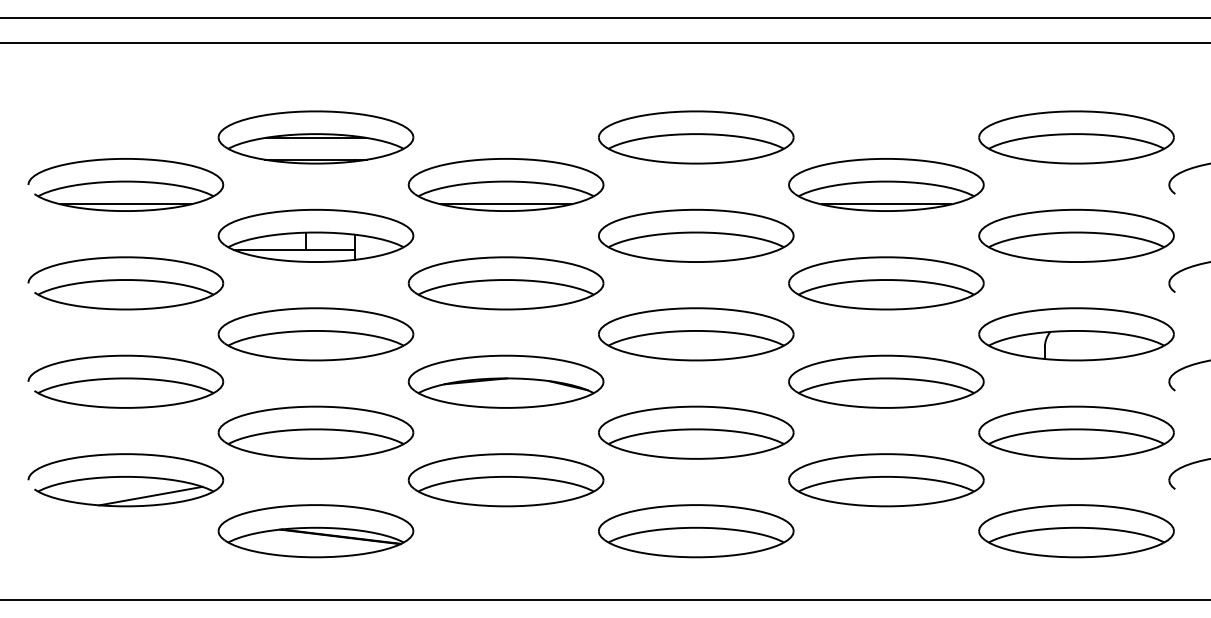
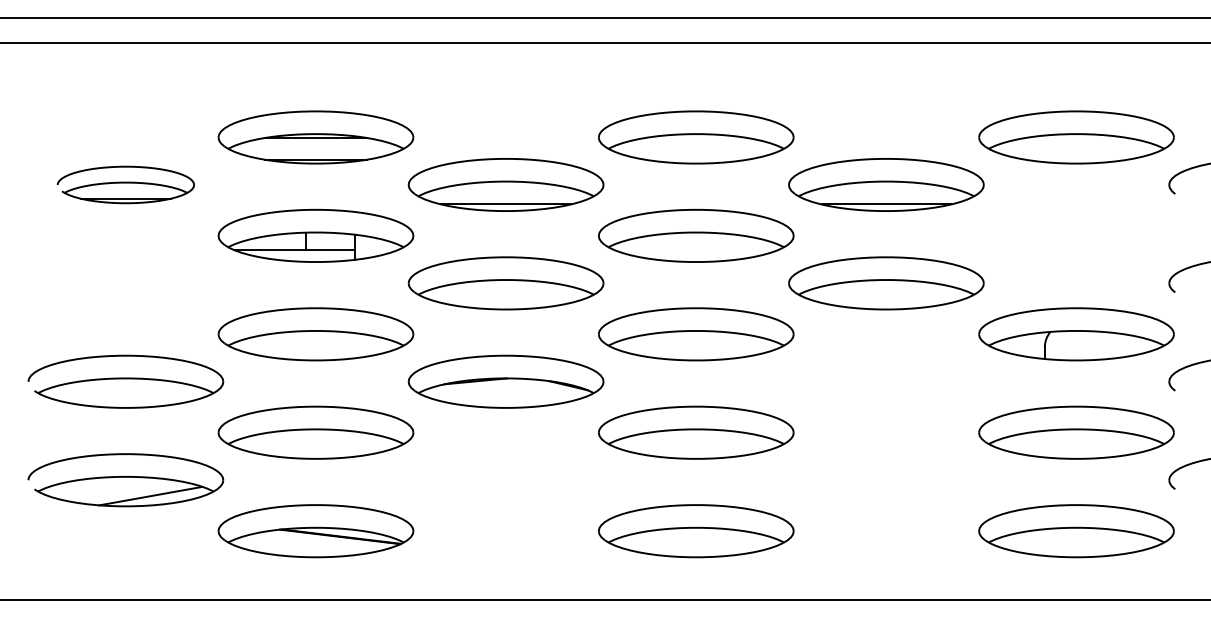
part at (125, 184) size: 198x54 px -> 139x40 px
part at (1076, 235): present -> none
part at (125, 283): present -> none
part at (886, 381): present -> none
part at (505, 480): present -> none
part at (886, 480): present -> none
